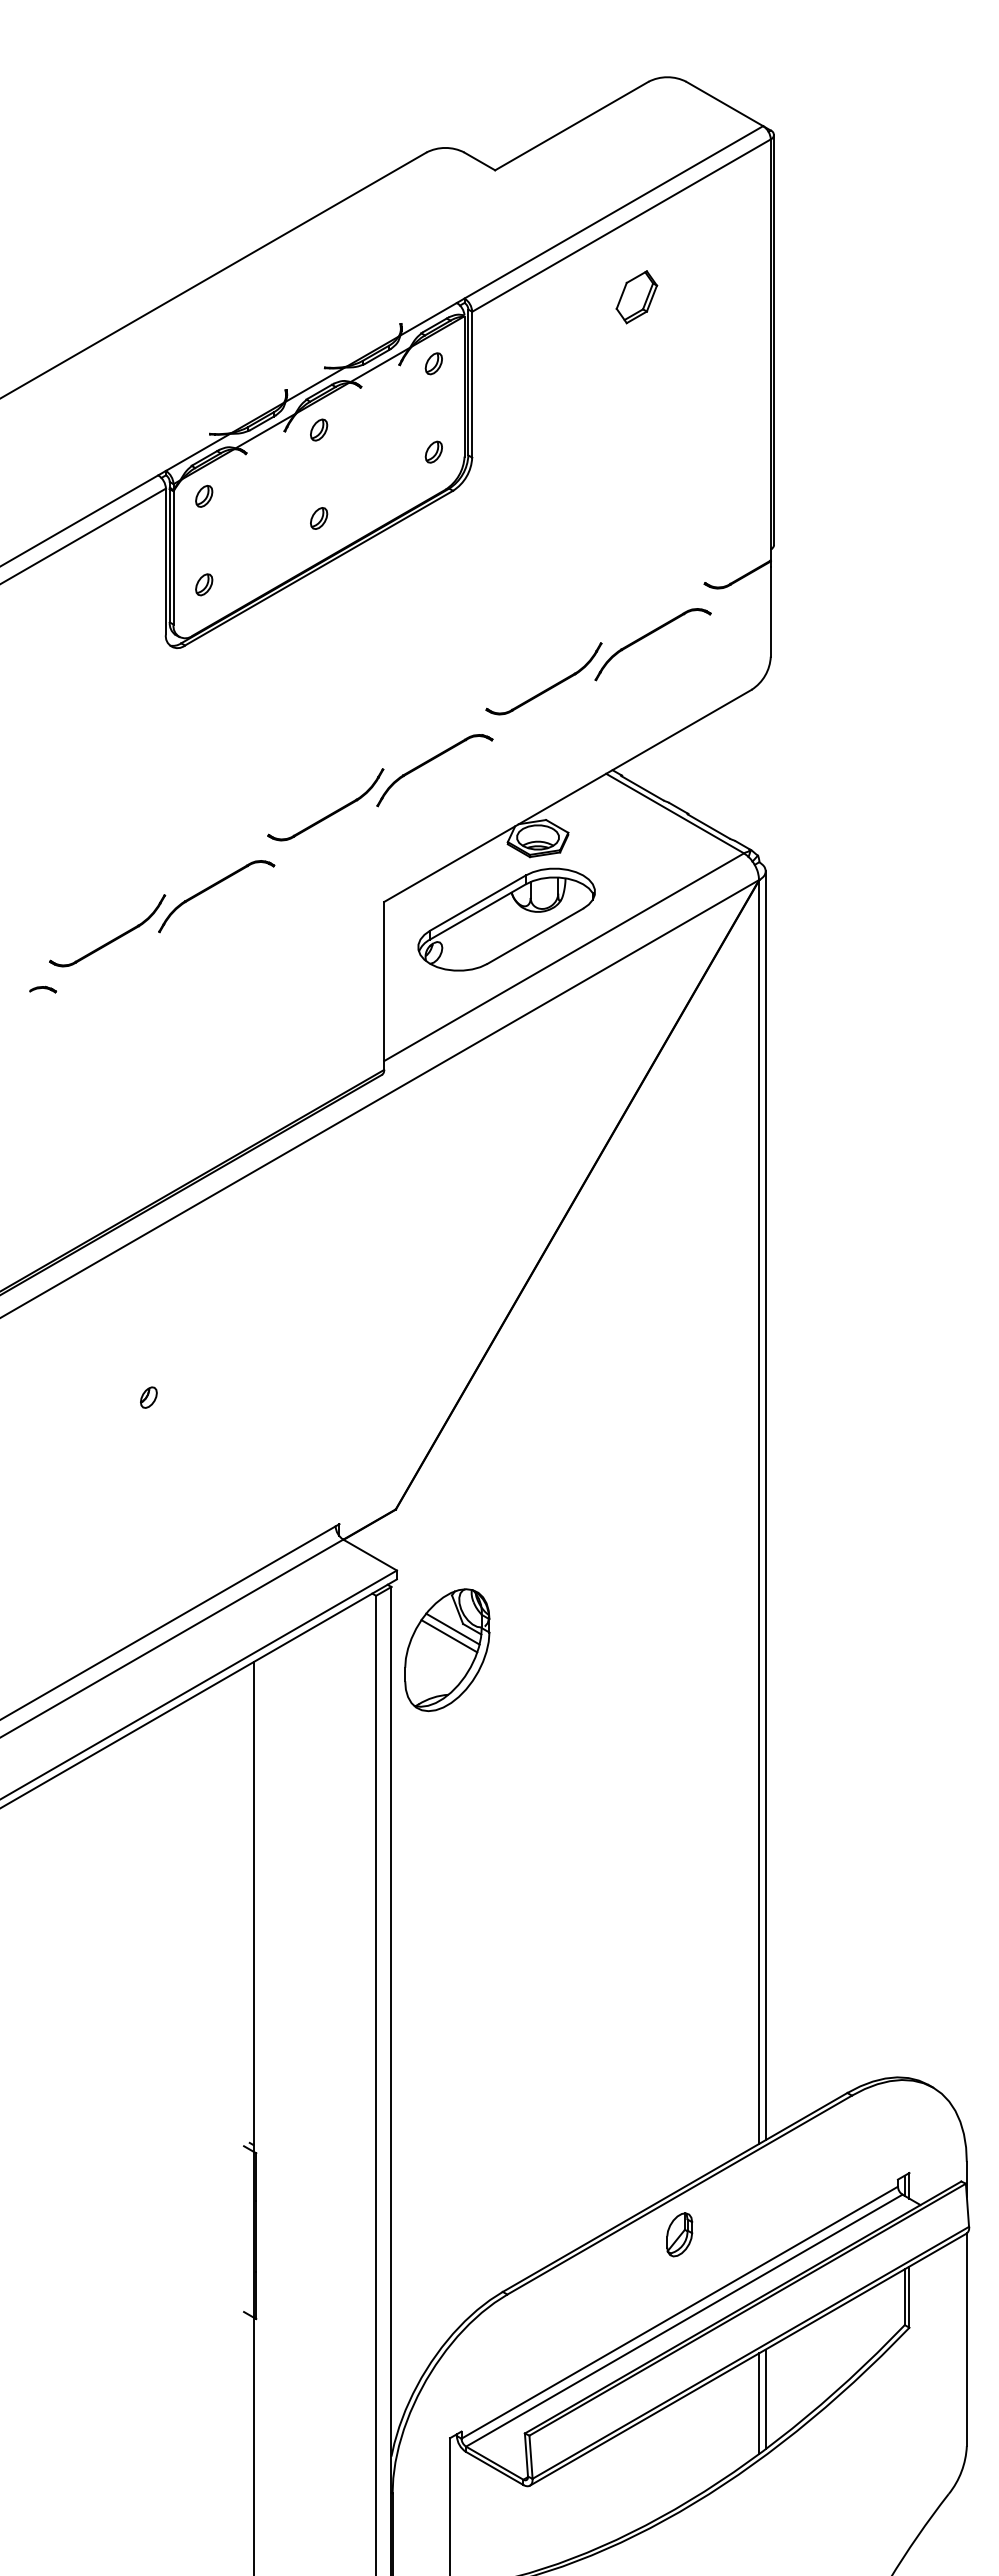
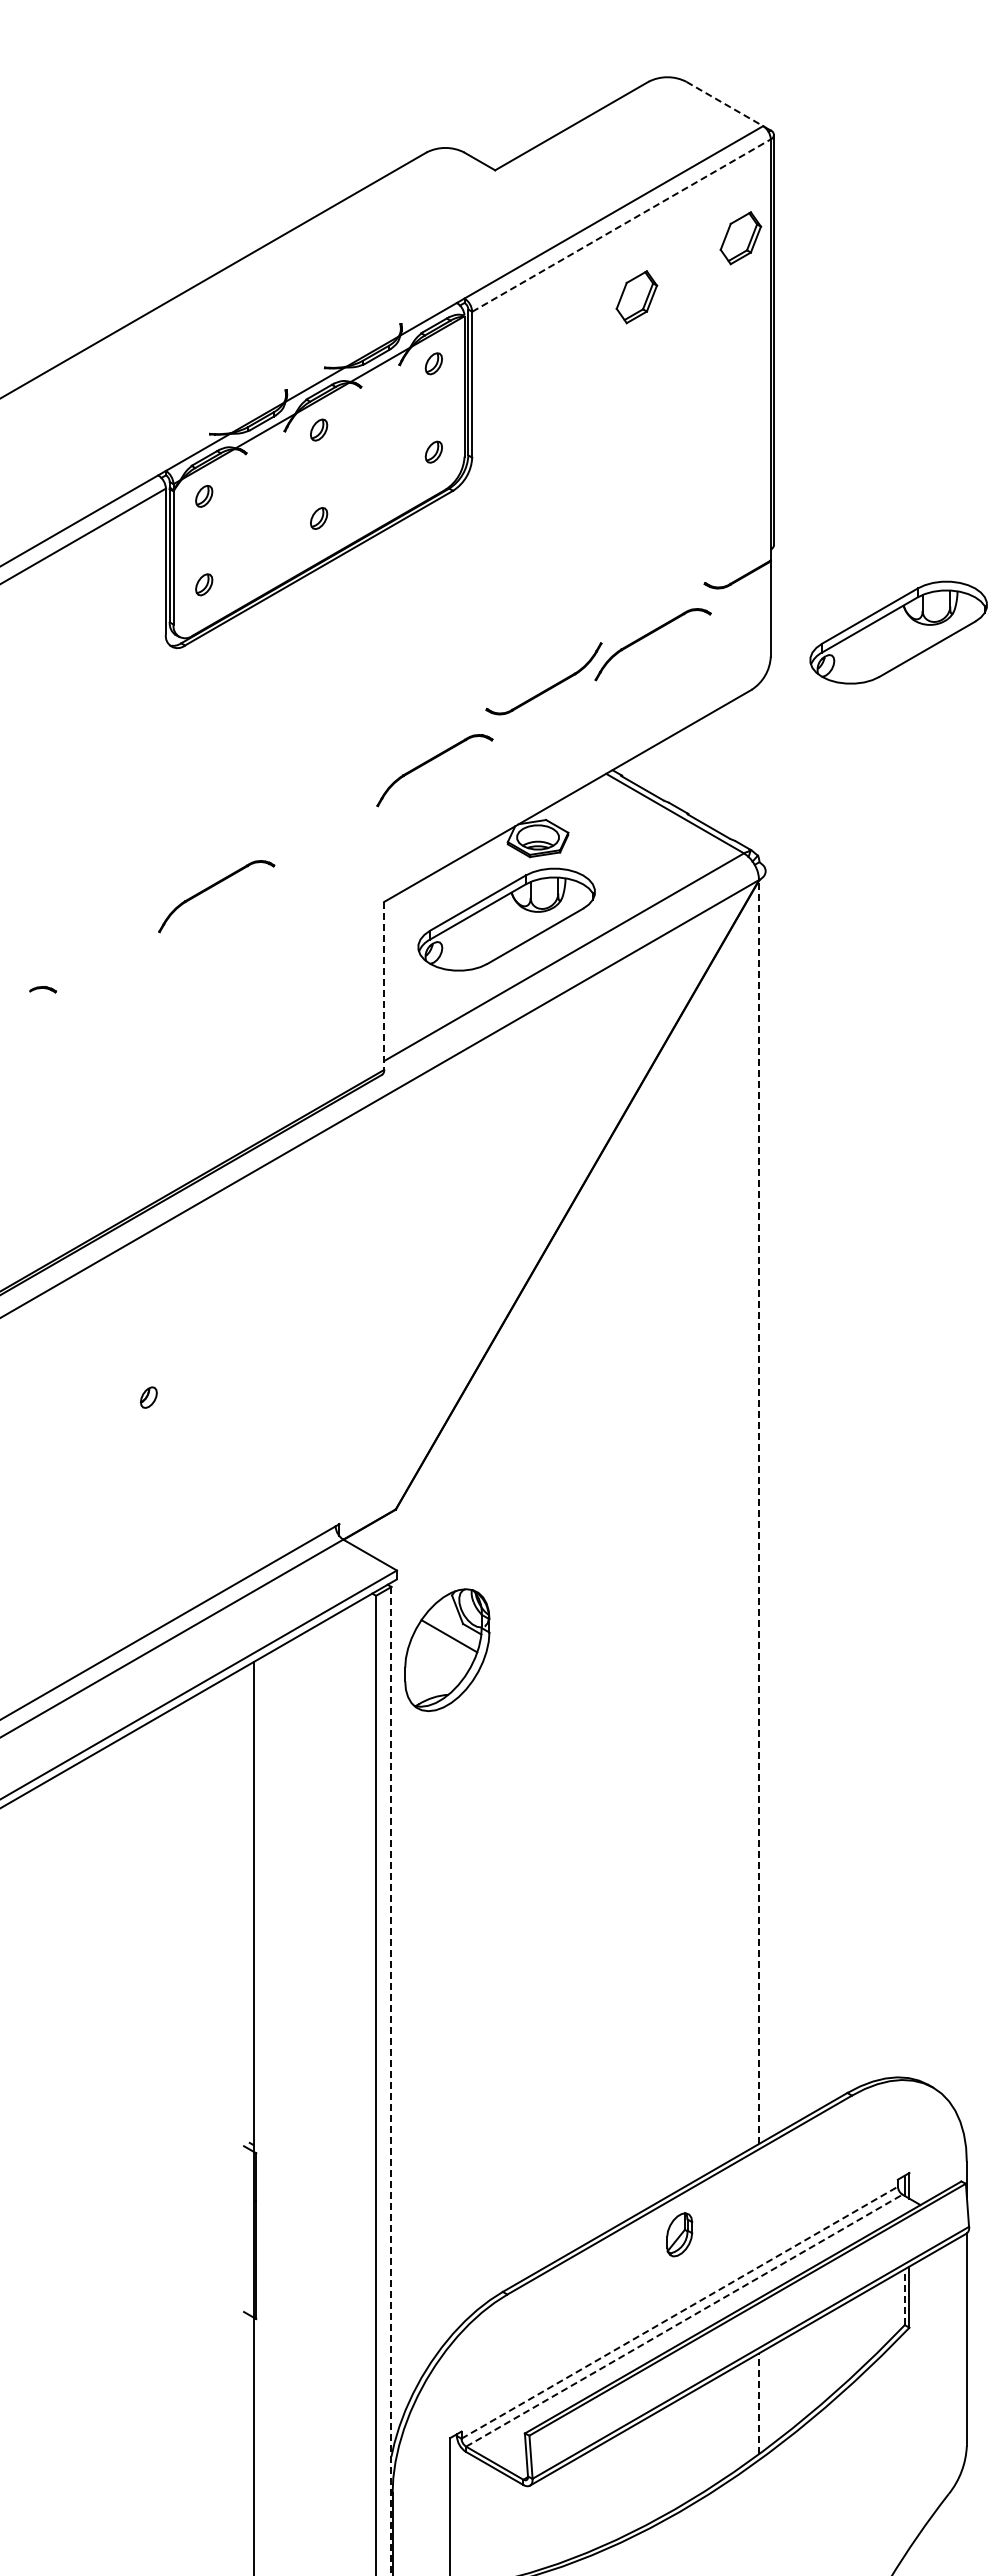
line at (725, 104): solid -> dashed
line at (621, 225): solid -> dashed
part at (740, 238): none -> present
part at (898, 632): none -> present
part at (330, 813): present -> none
part at (113, 938): present -> none
line at (384, 985): solid -> dashed
line at (765, 1505): present -> none
line at (759, 1512): solid -> dashed
line at (452, 1628): present -> none
line at (391, 2081): solid -> dashed
line at (904, 2297): solid -> dashed
line at (679, 2312): solid -> dashed
line at (684, 2320): solid -> dashed
line at (765, 2399): present -> none
line at (759, 2403): solid -> dashed
